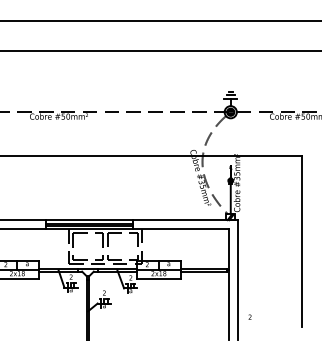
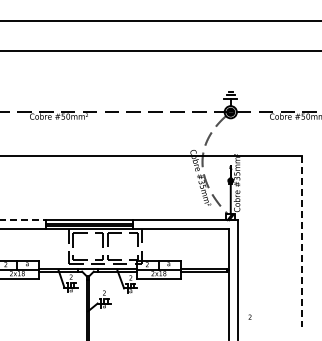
line at (23, 220): solid -> dashed
line at (302, 241): solid -> dashed
